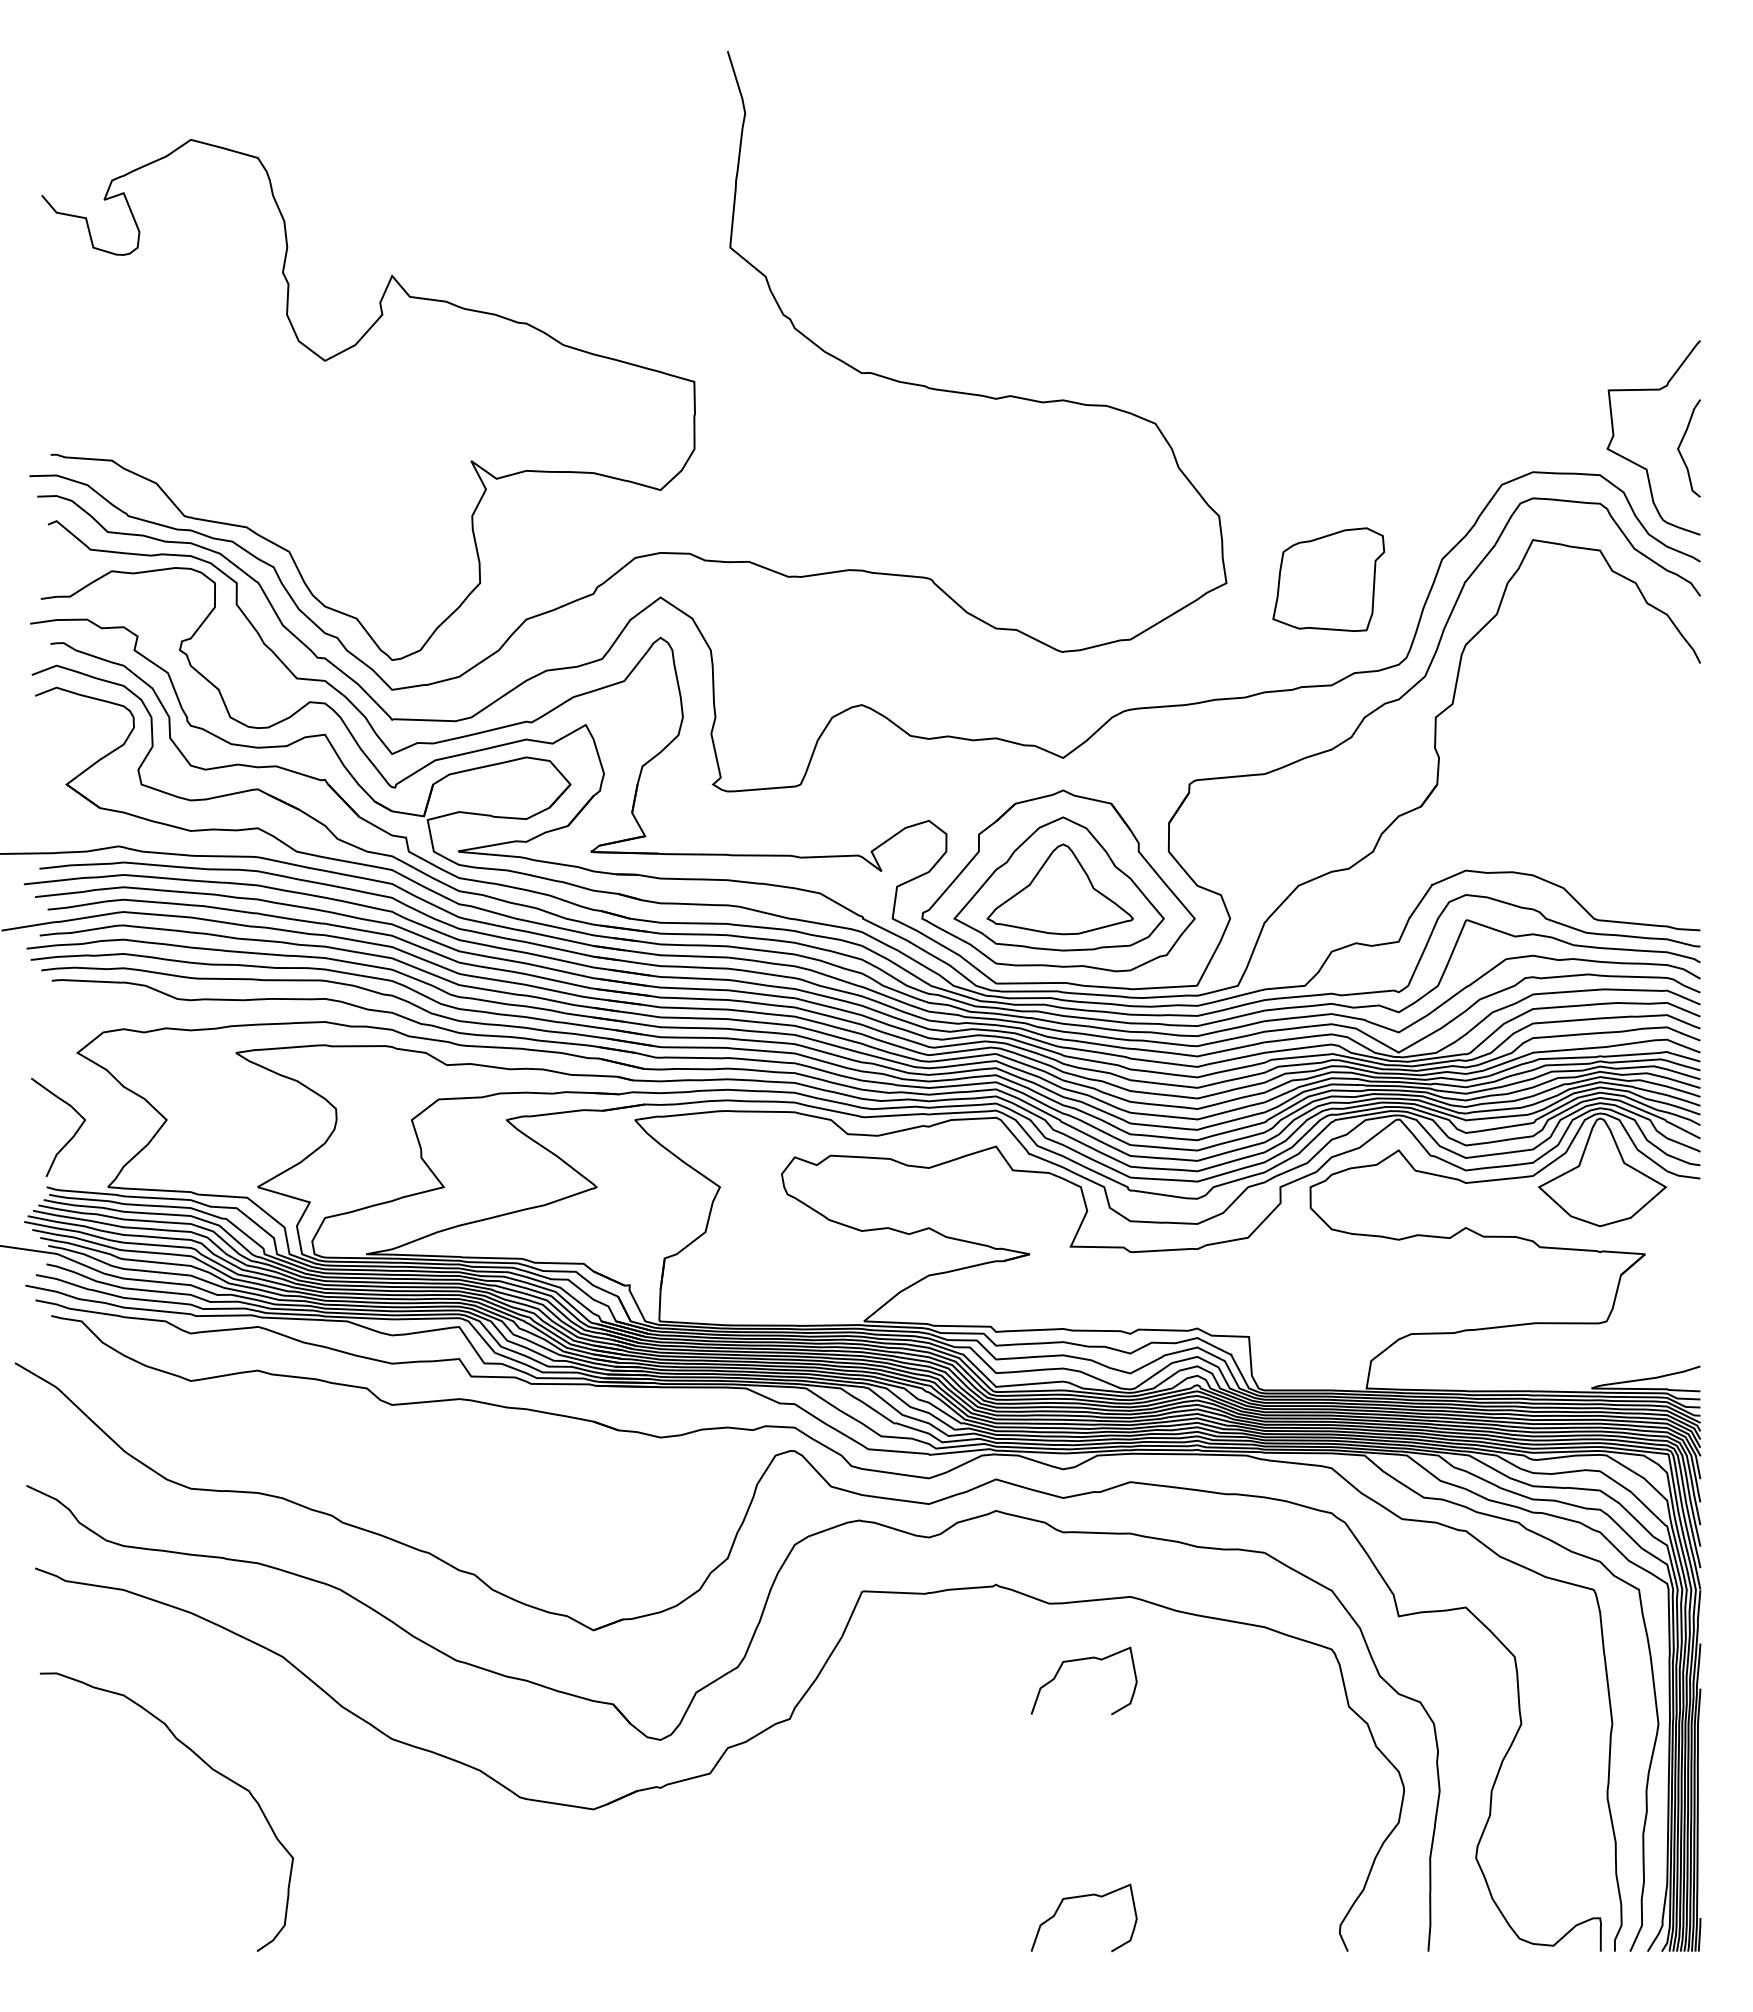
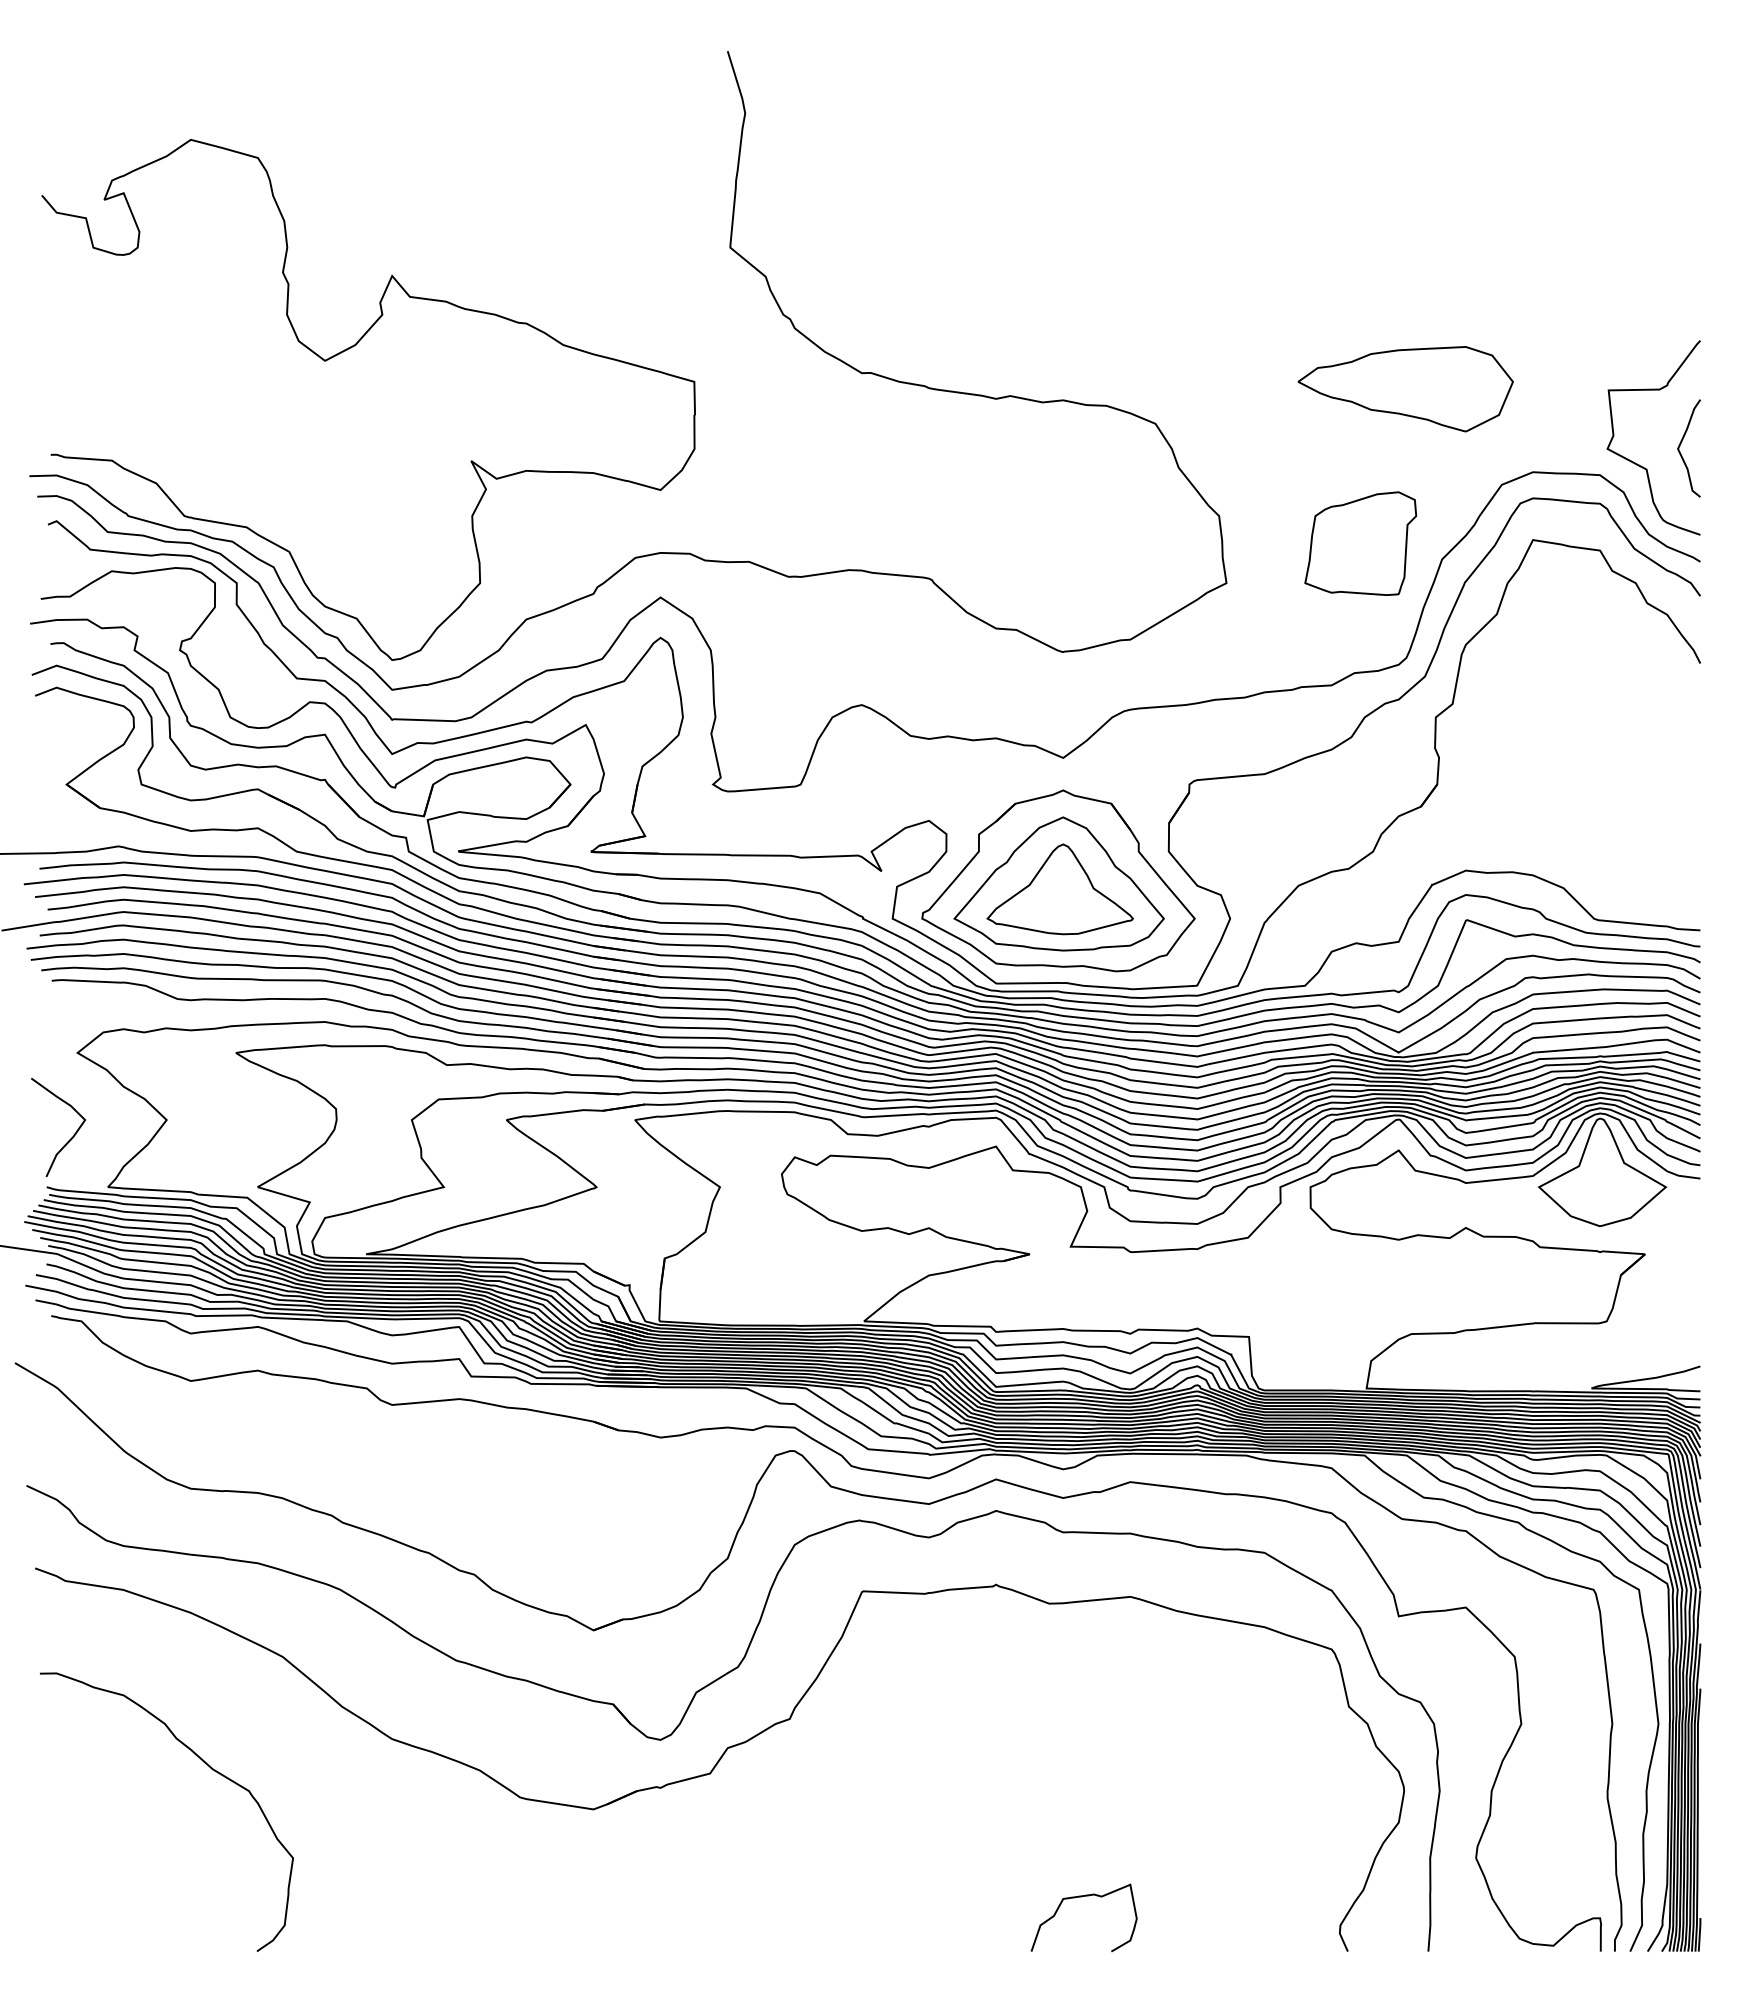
part at (1405, 389): none -> present
part at (1328, 579) position: (1328, 579) -> (1360, 543)
curve at (1082, 1660): present -> none
